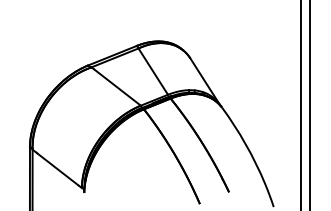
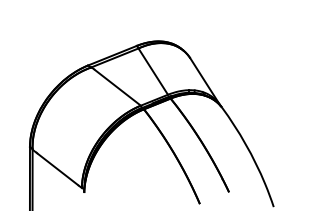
line at (301, 104): present -> none
line at (309, 104): present -> none
